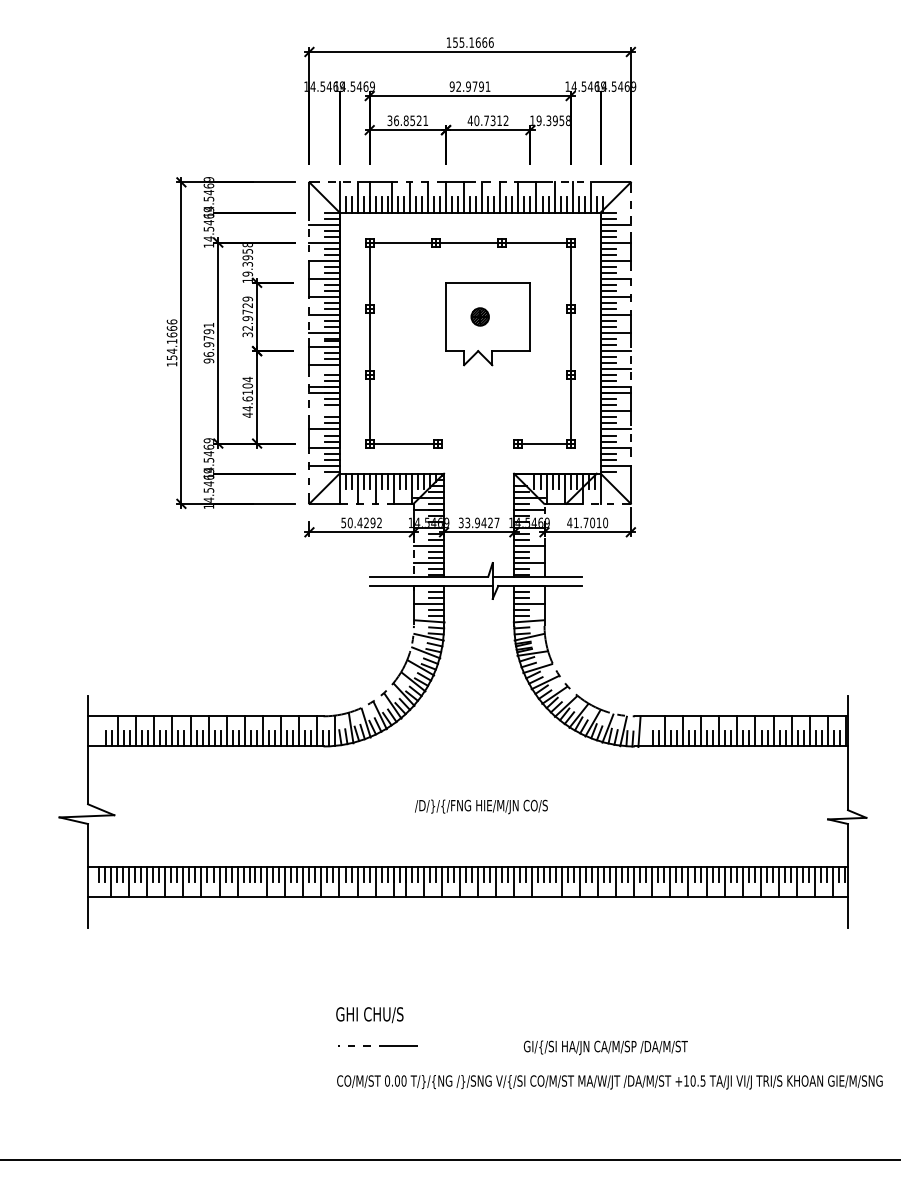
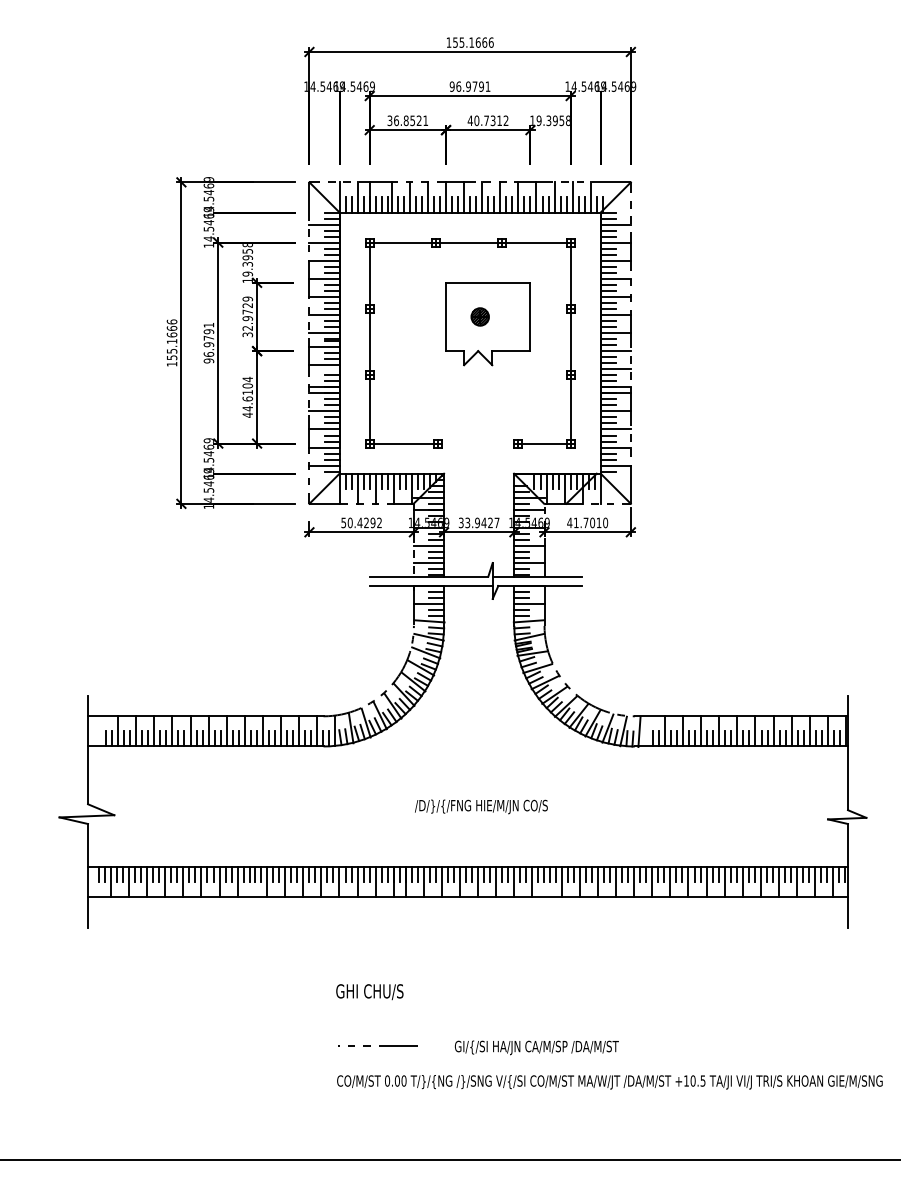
text at (458, 86): 92.9791 -> 96.9791
text at (172, 350): 154.1666 -> 155.1666
line at (324, 411): none -> present
text at (369, 1015) position: (369, 1015) -> (369, 992)
text at (605, 1047) position: (605, 1047) -> (536, 1047)
